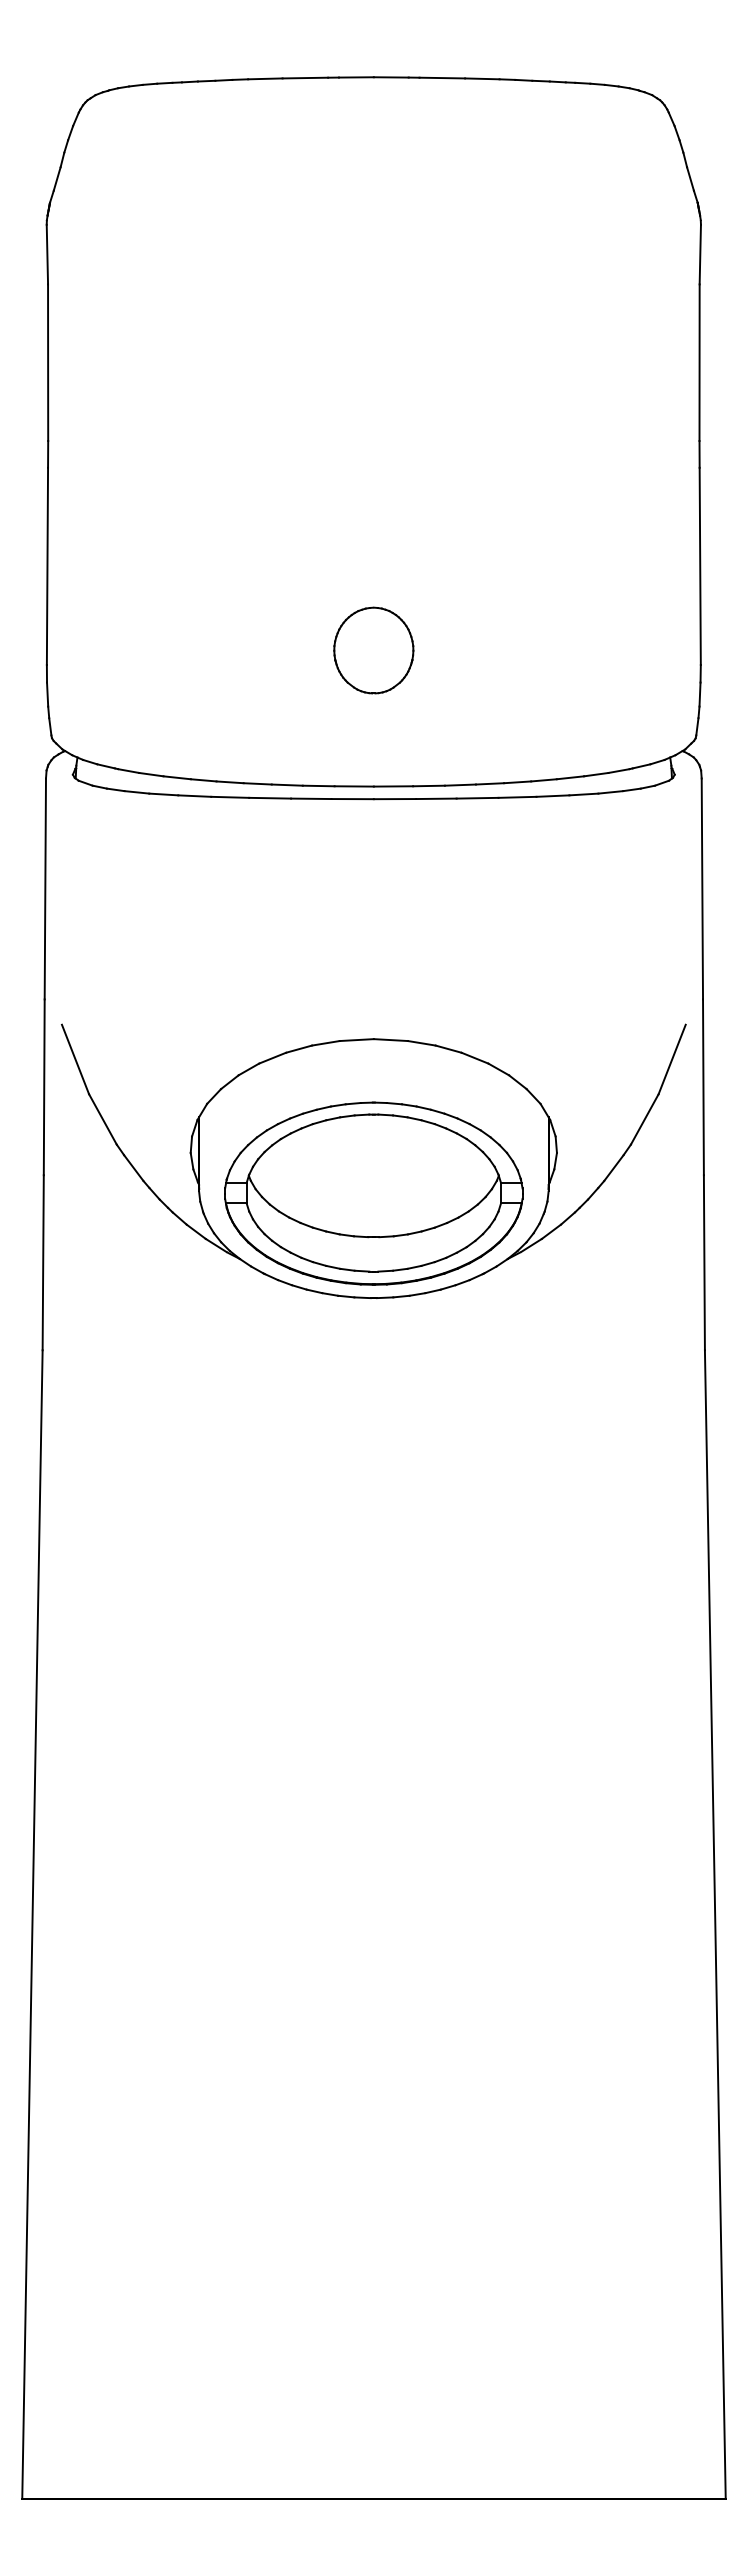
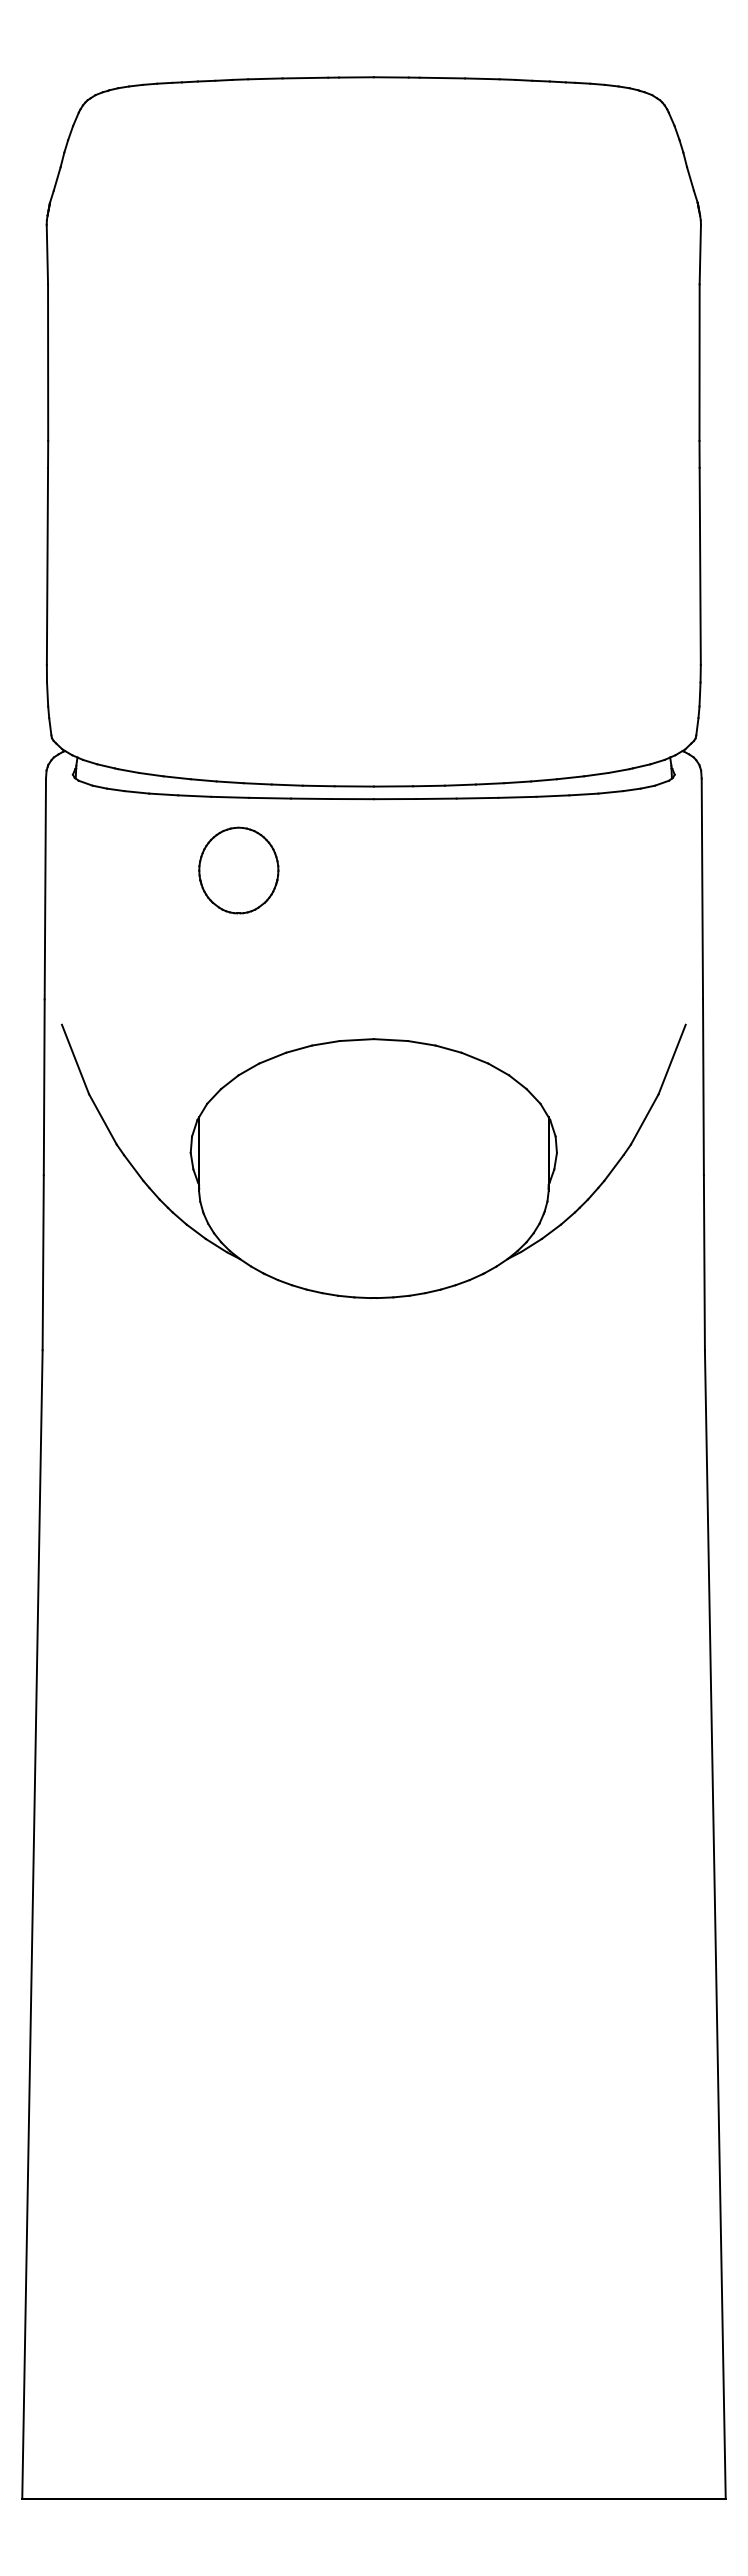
part at (373, 650) position: (373, 650) -> (238, 870)
part at (373, 1193): present -> none
